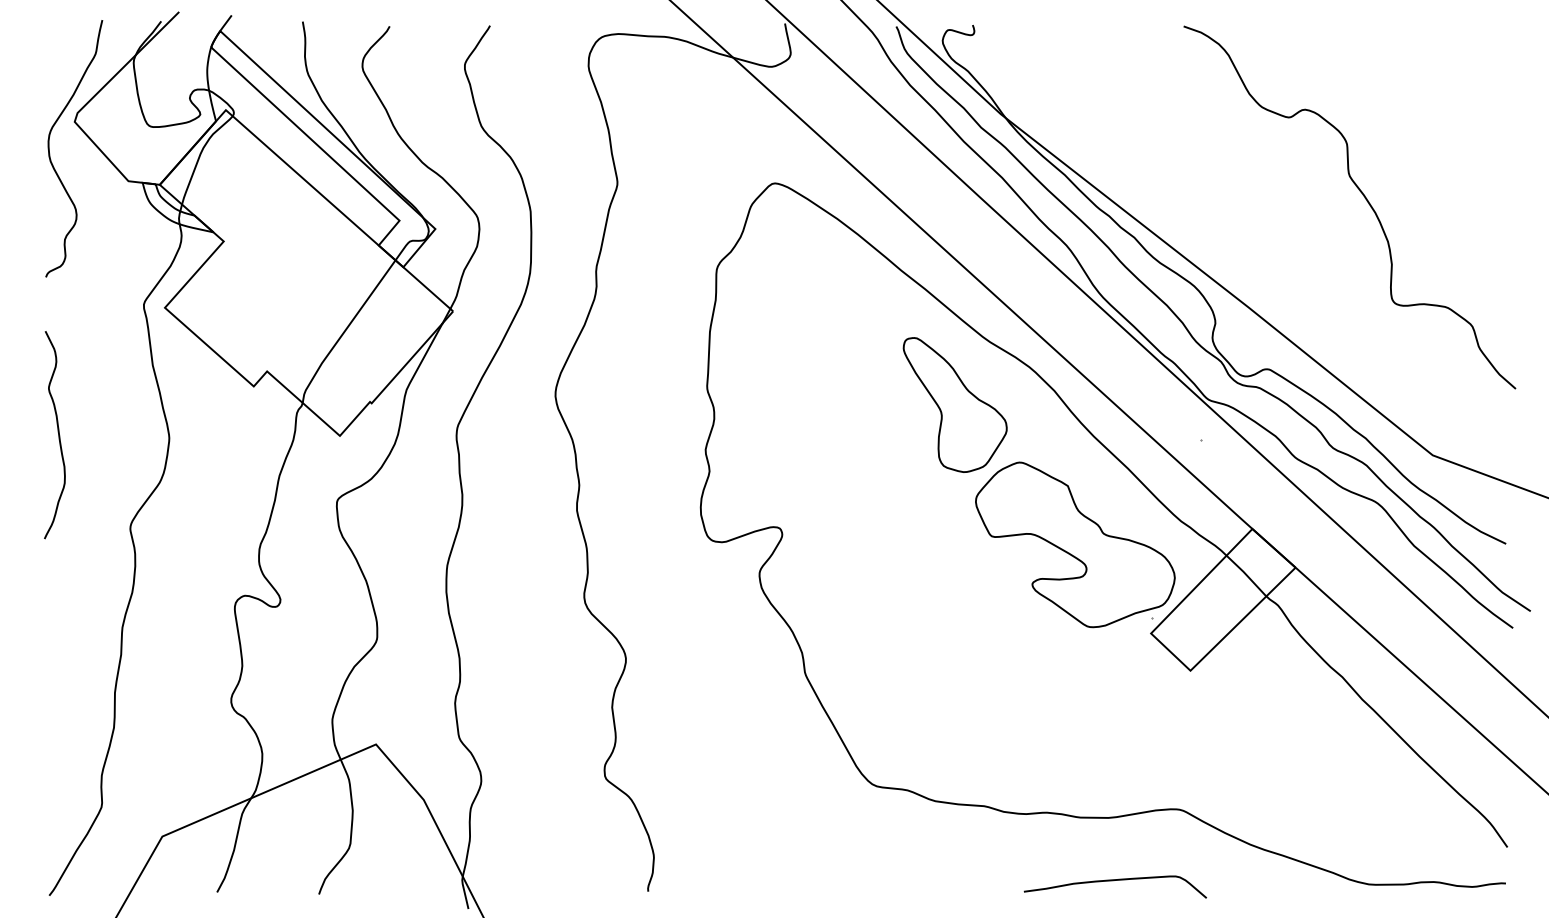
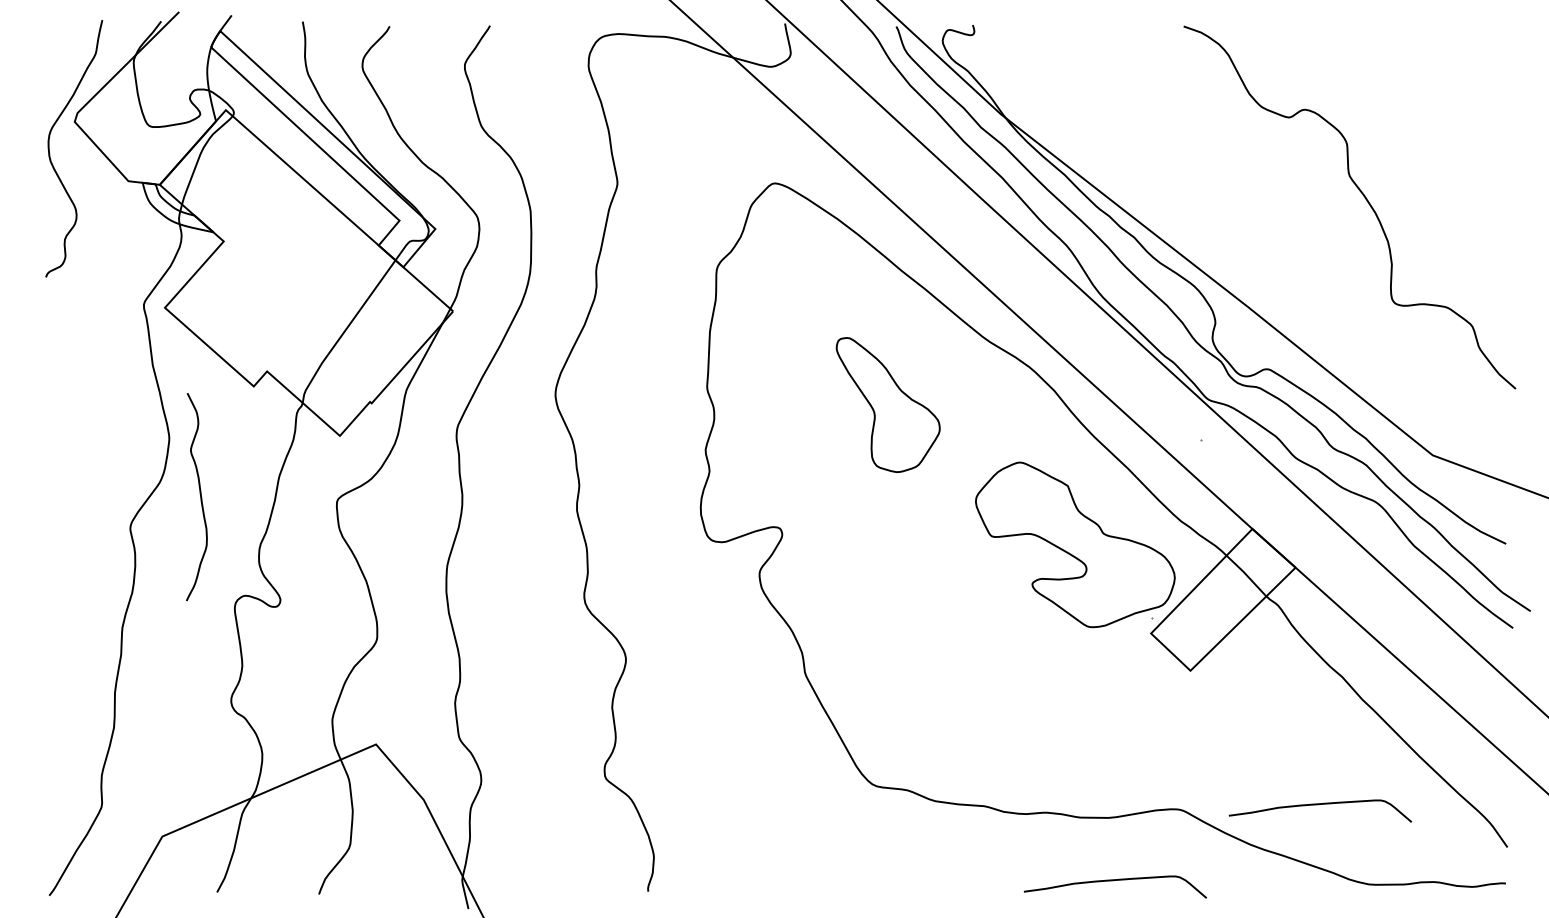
part at (954, 404) position: (954, 404) -> (887, 404)
curve at (58, 435) position: (58, 435) -> (200, 497)
curve at (1318, 805): none -> present
